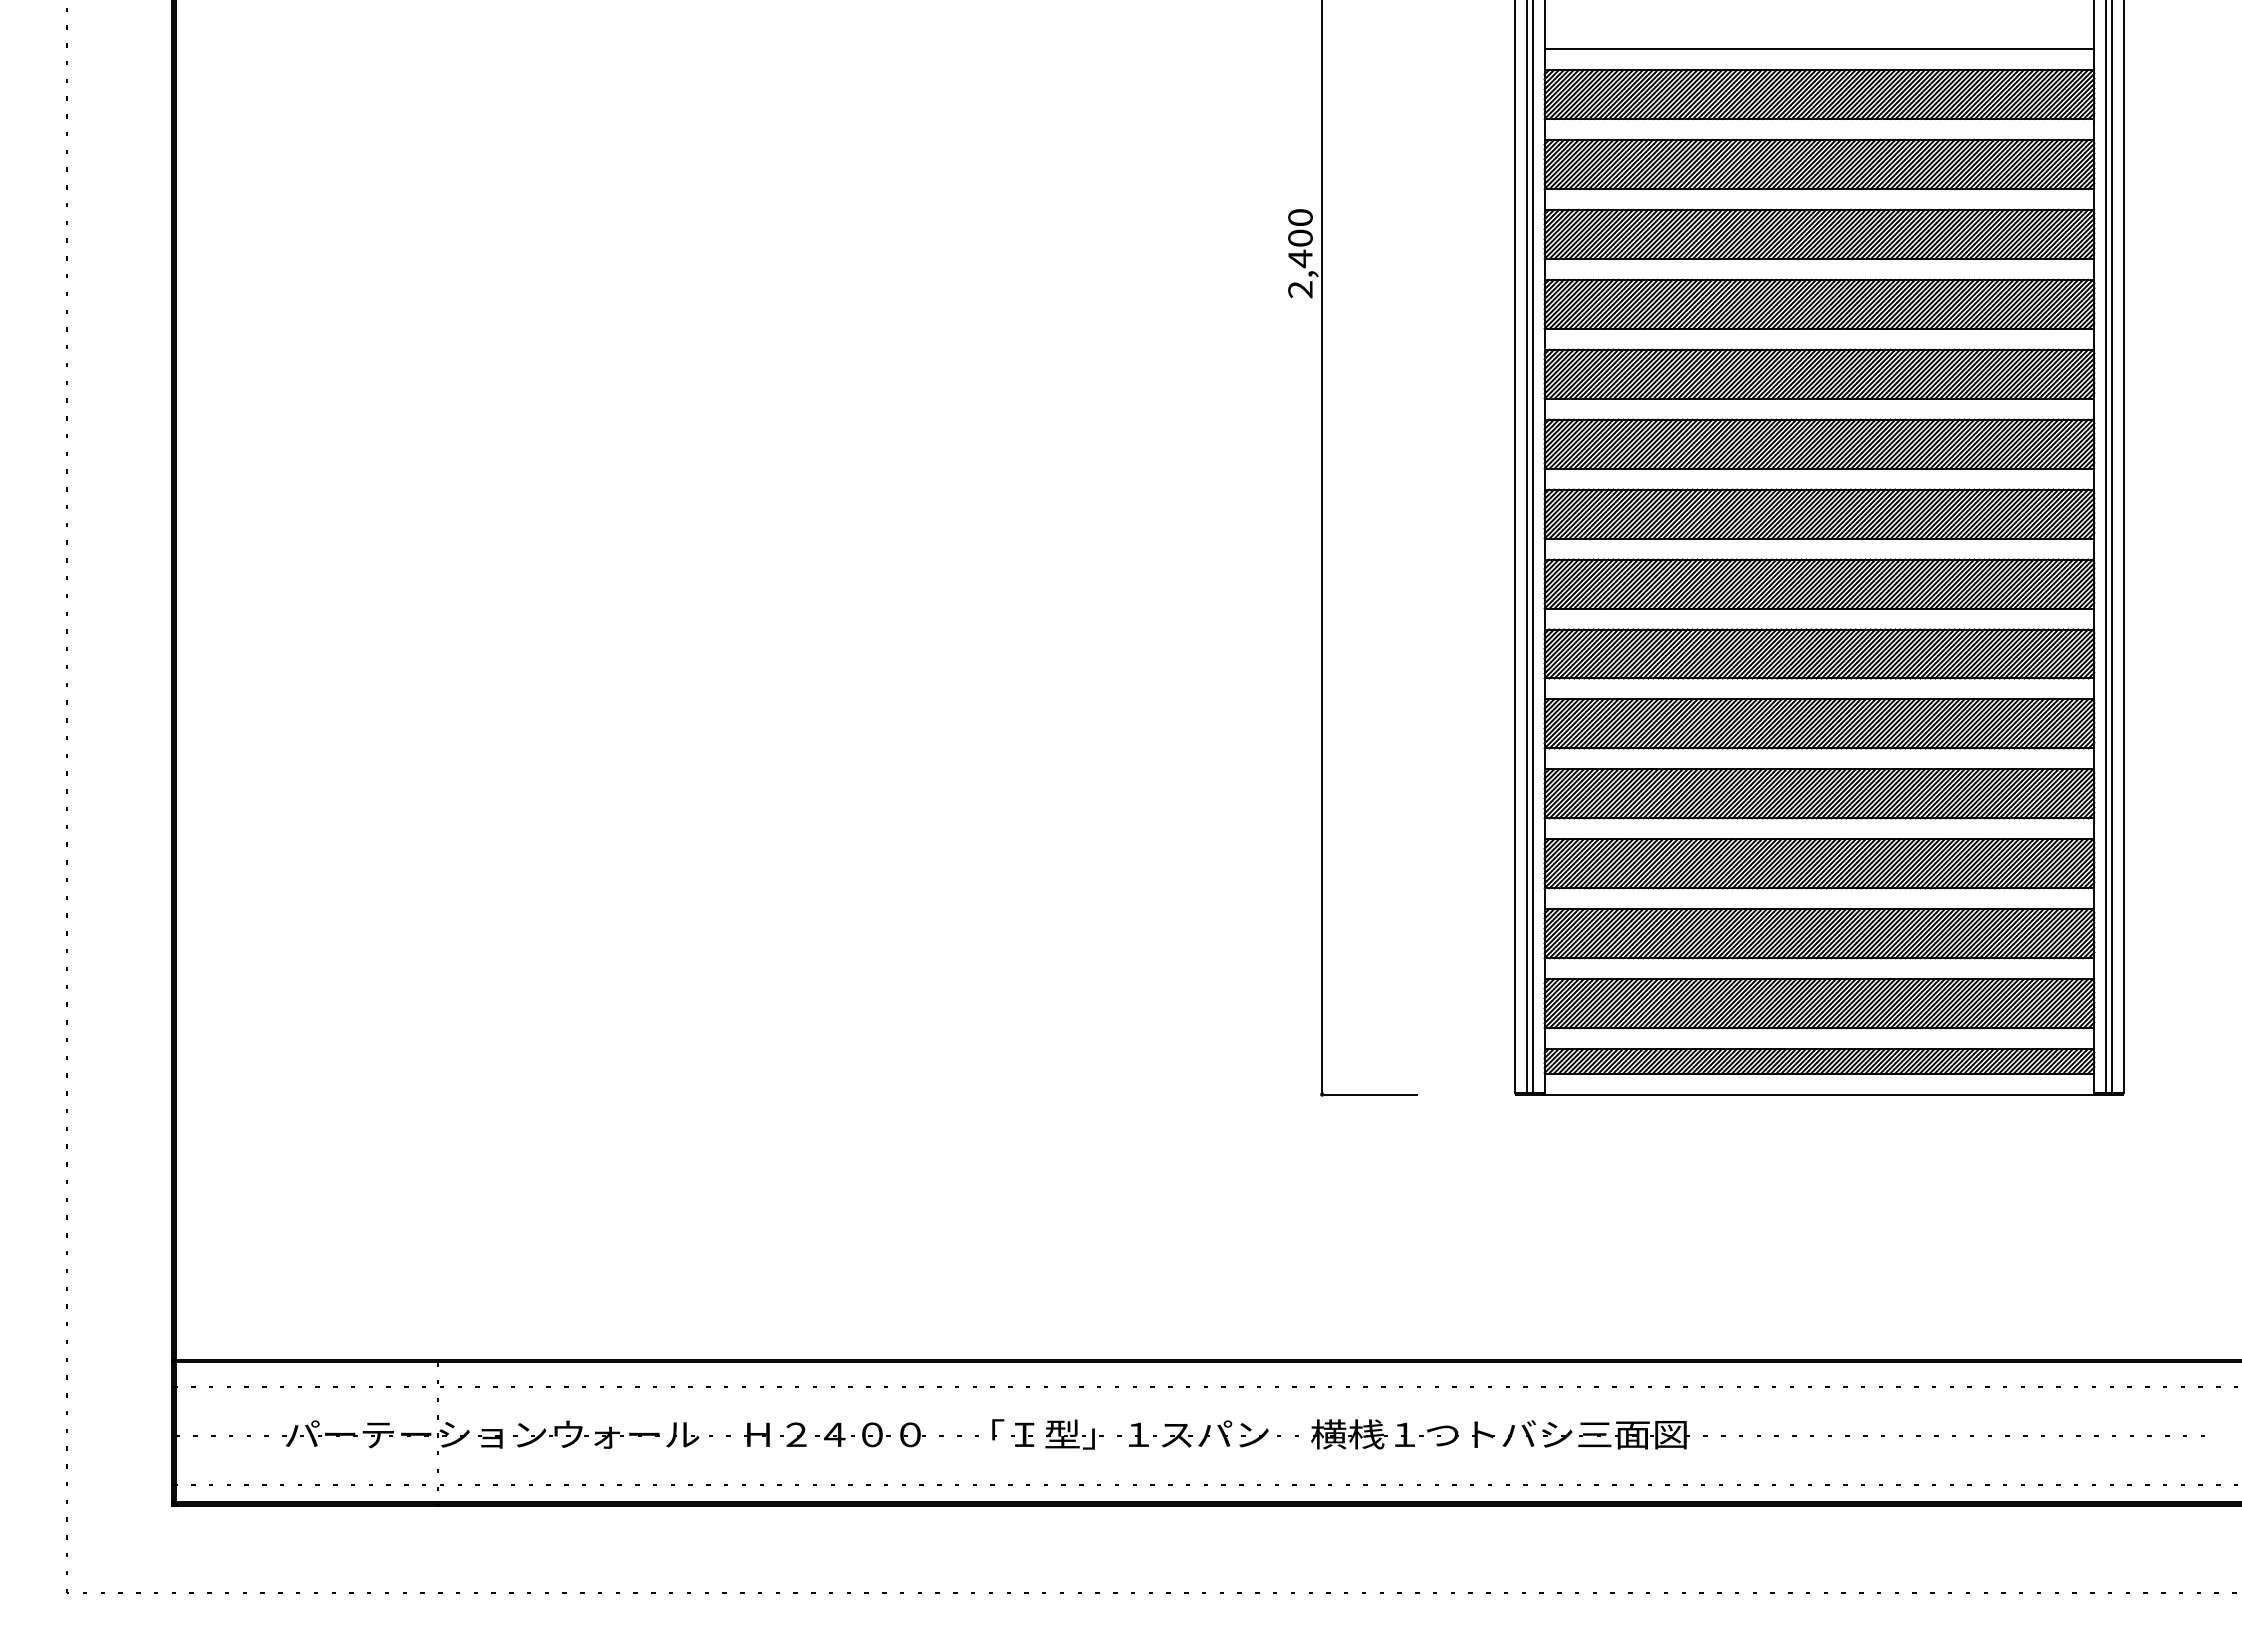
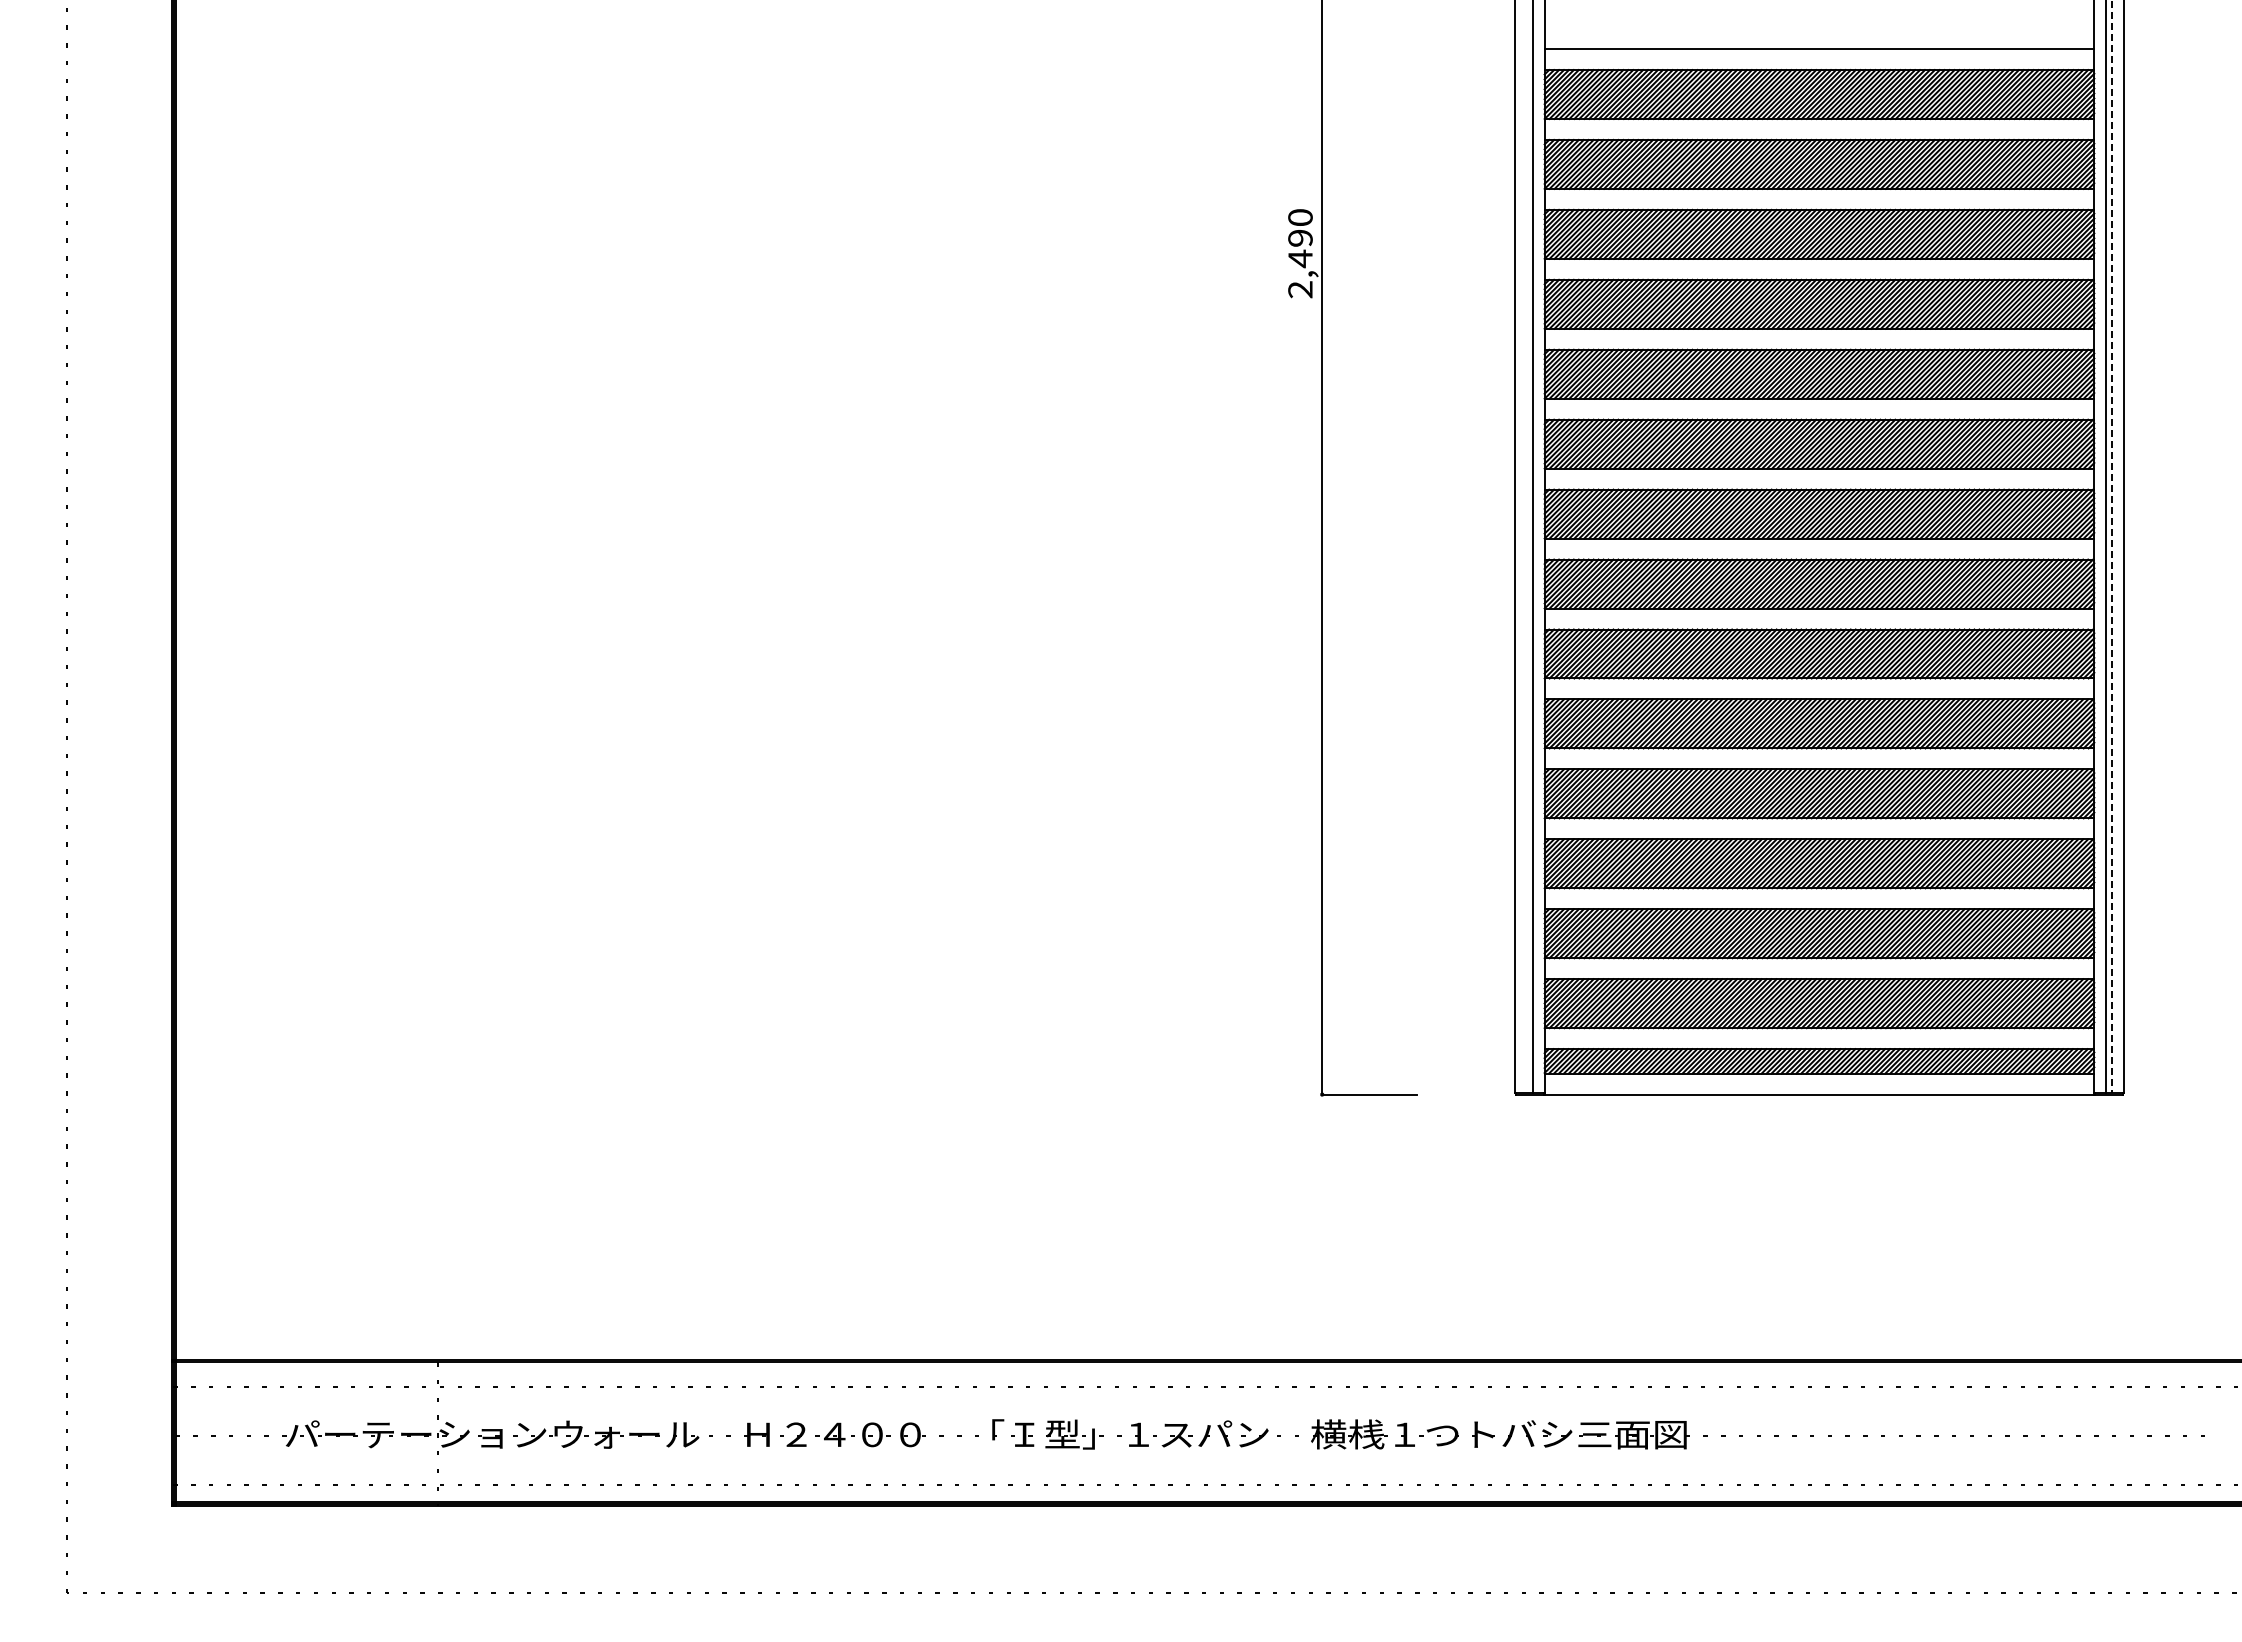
text at (1300, 237): 2,400 -> 2,490
line at (1527, 547): present -> none
line at (2111, 547): solid -> dashed
